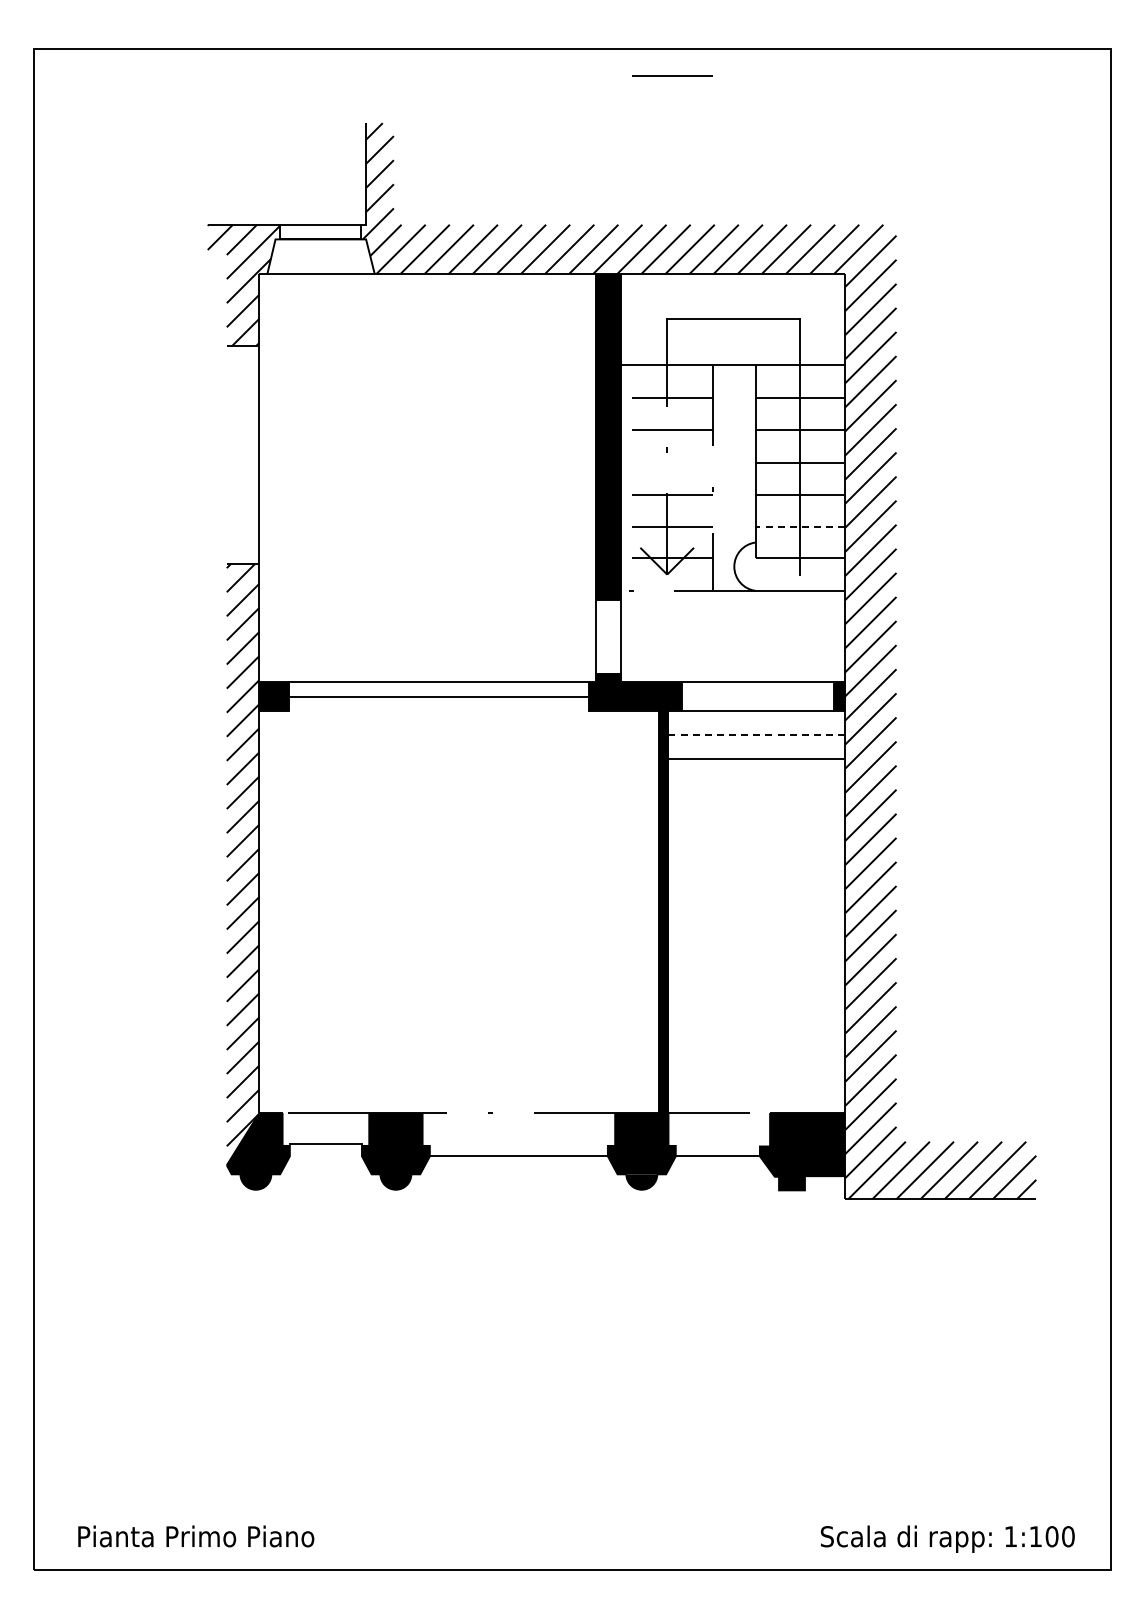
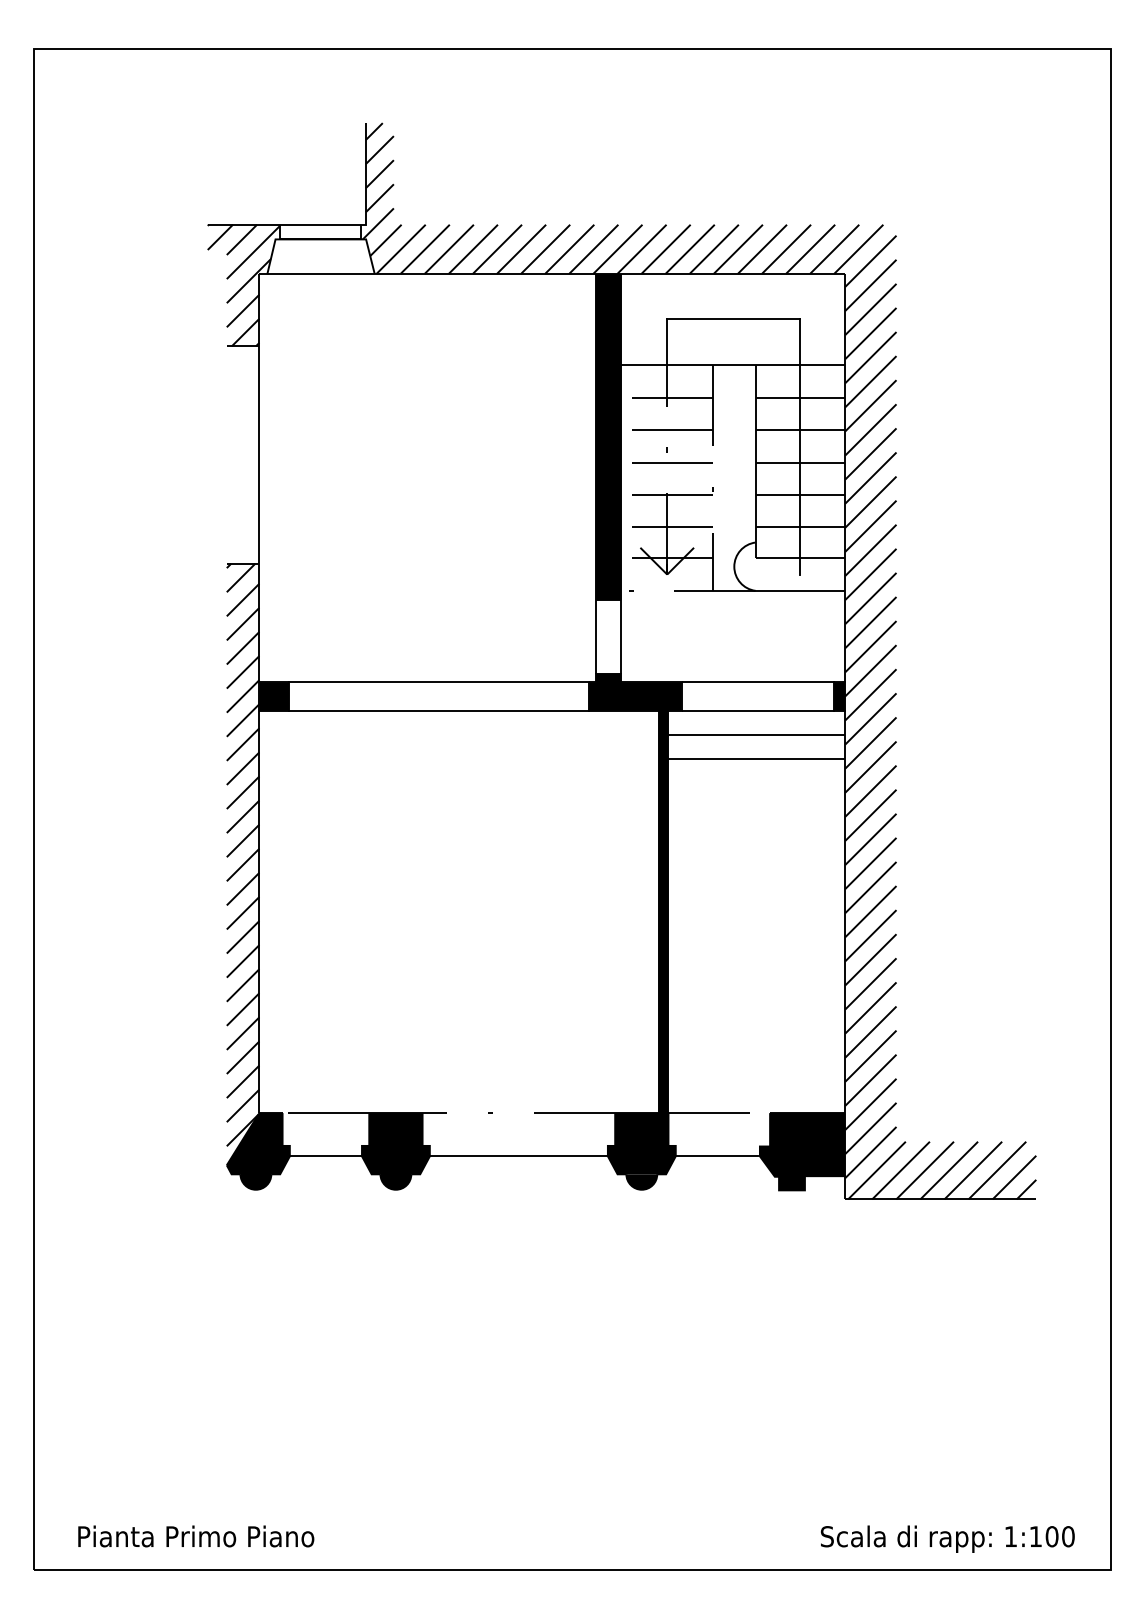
line at (672, 75) position: (672, 75) -> (672, 462)
line at (800, 526): dashed -> solid
line at (439, 696) position: (439, 696) -> (439, 710)
line at (757, 734): dashed -> solid
line at (325, 1144) position: (325, 1144) -> (325, 1156)
